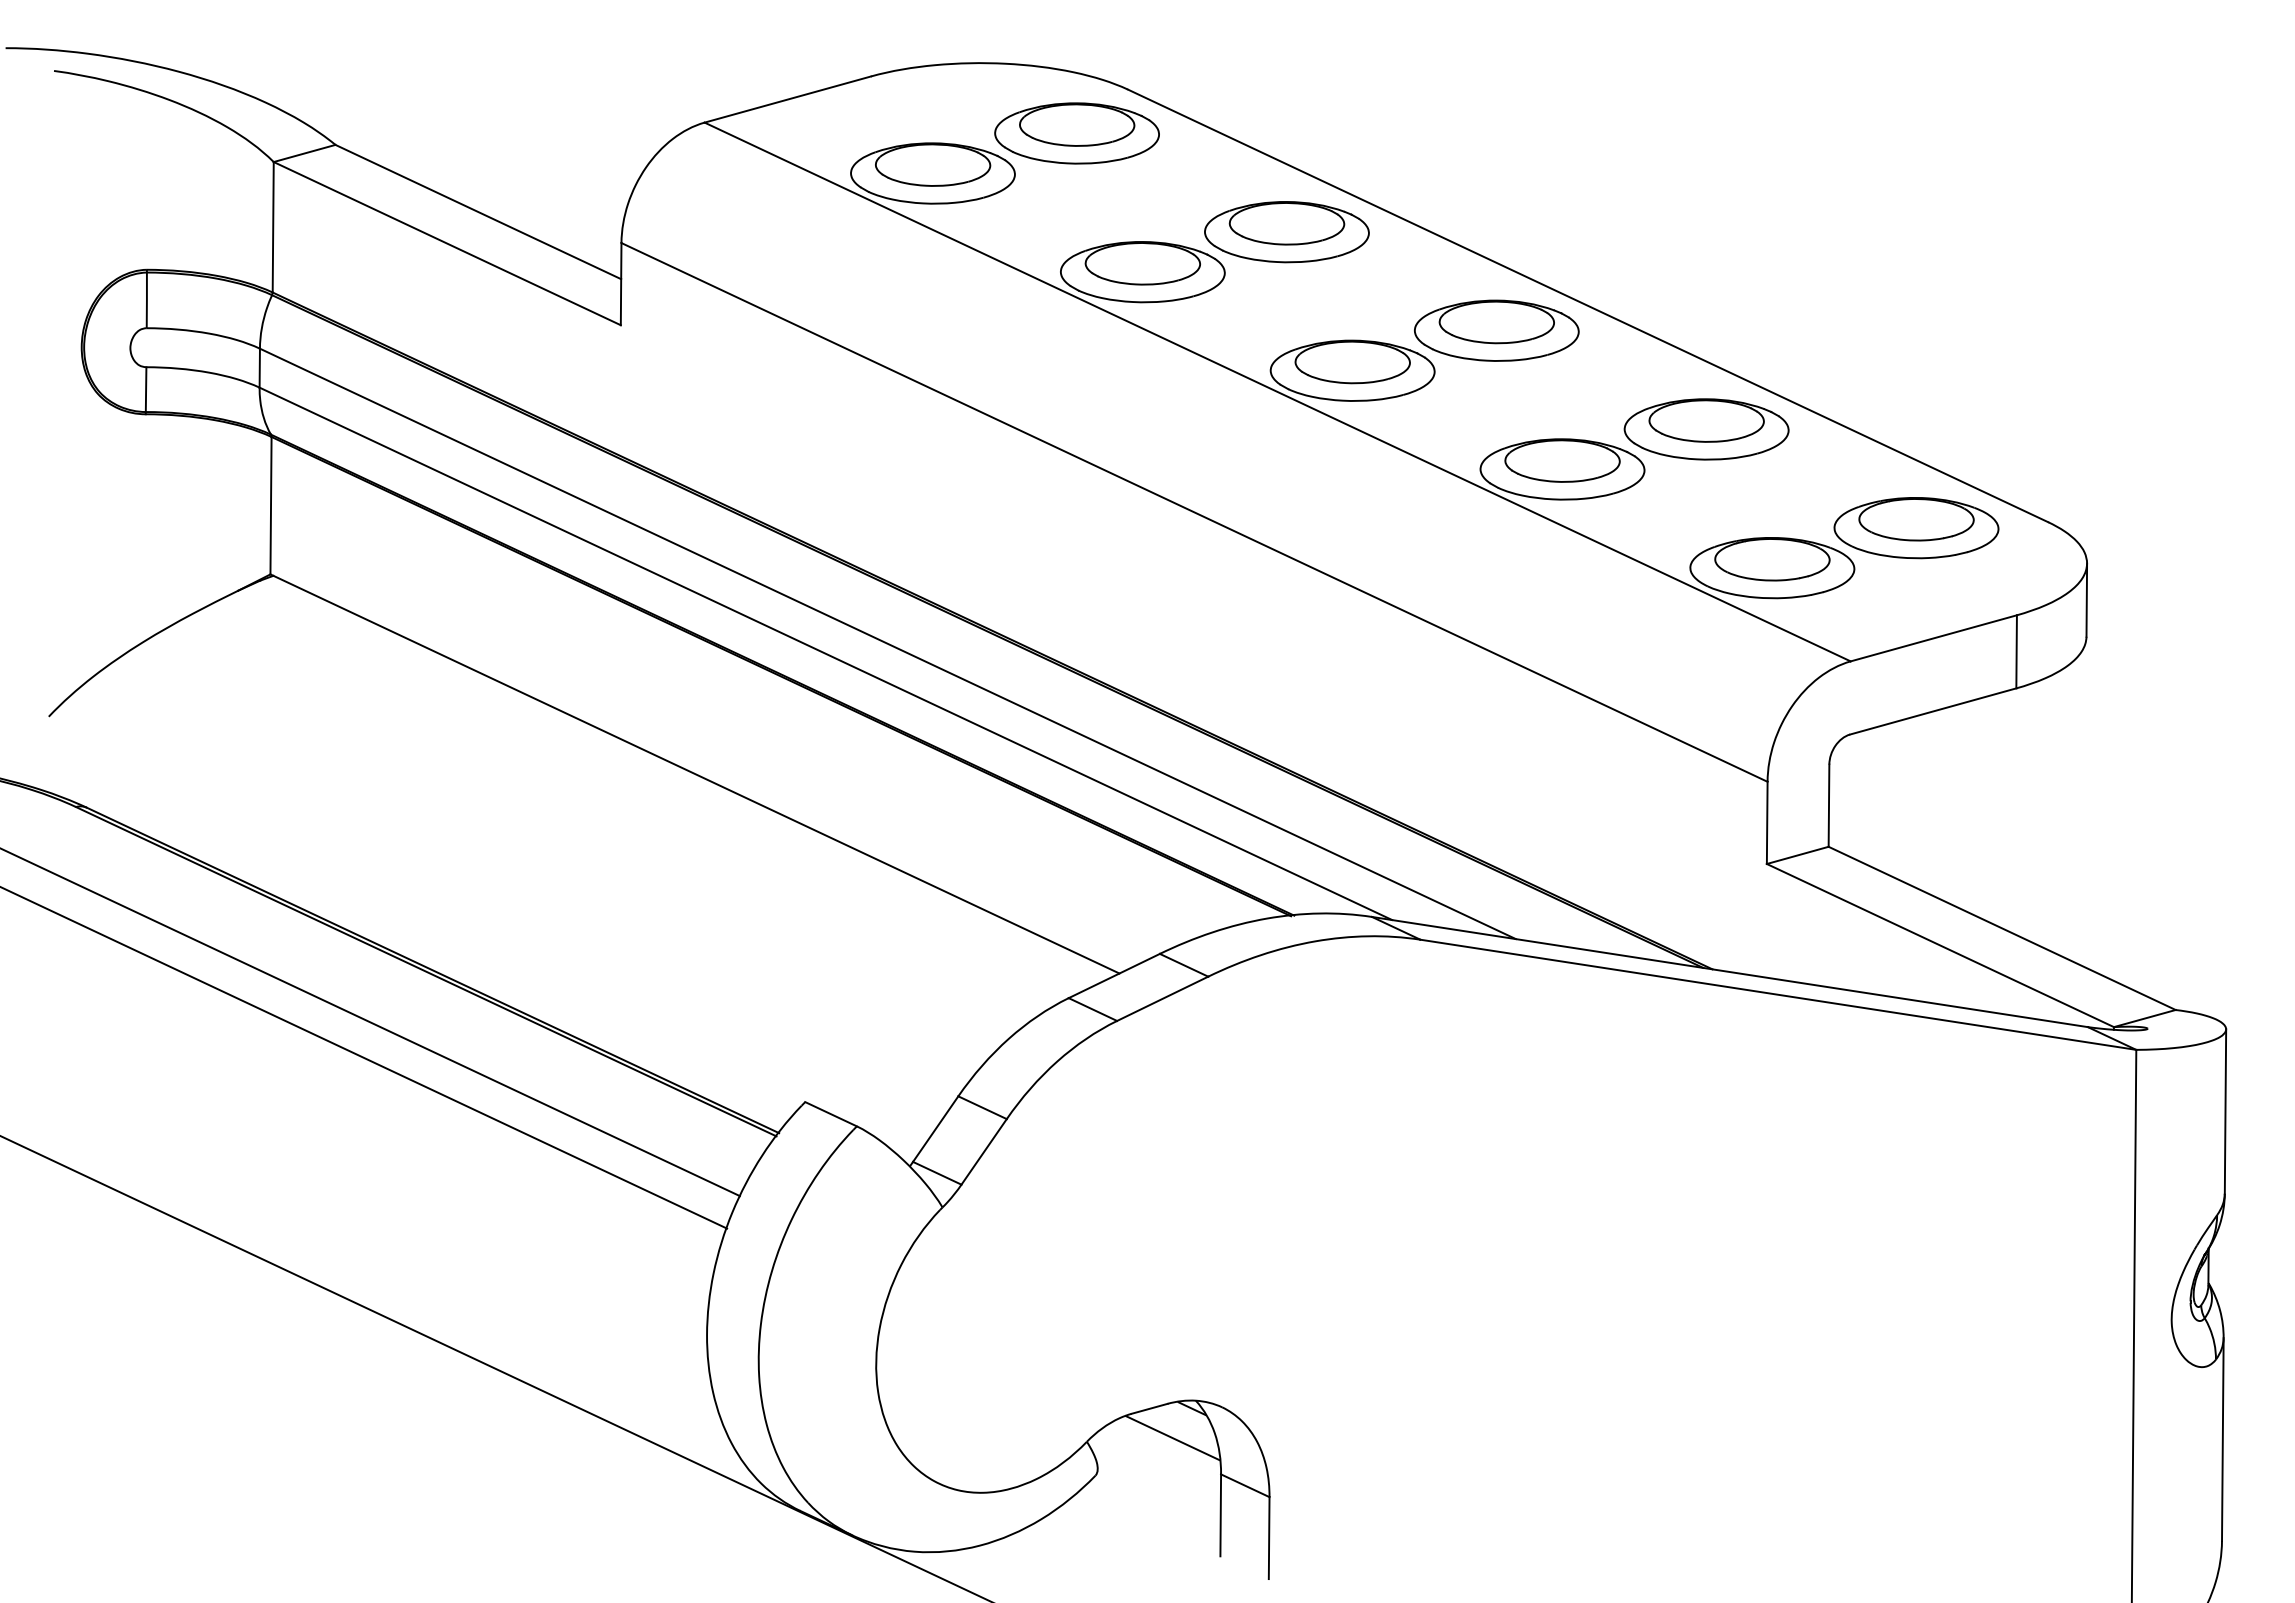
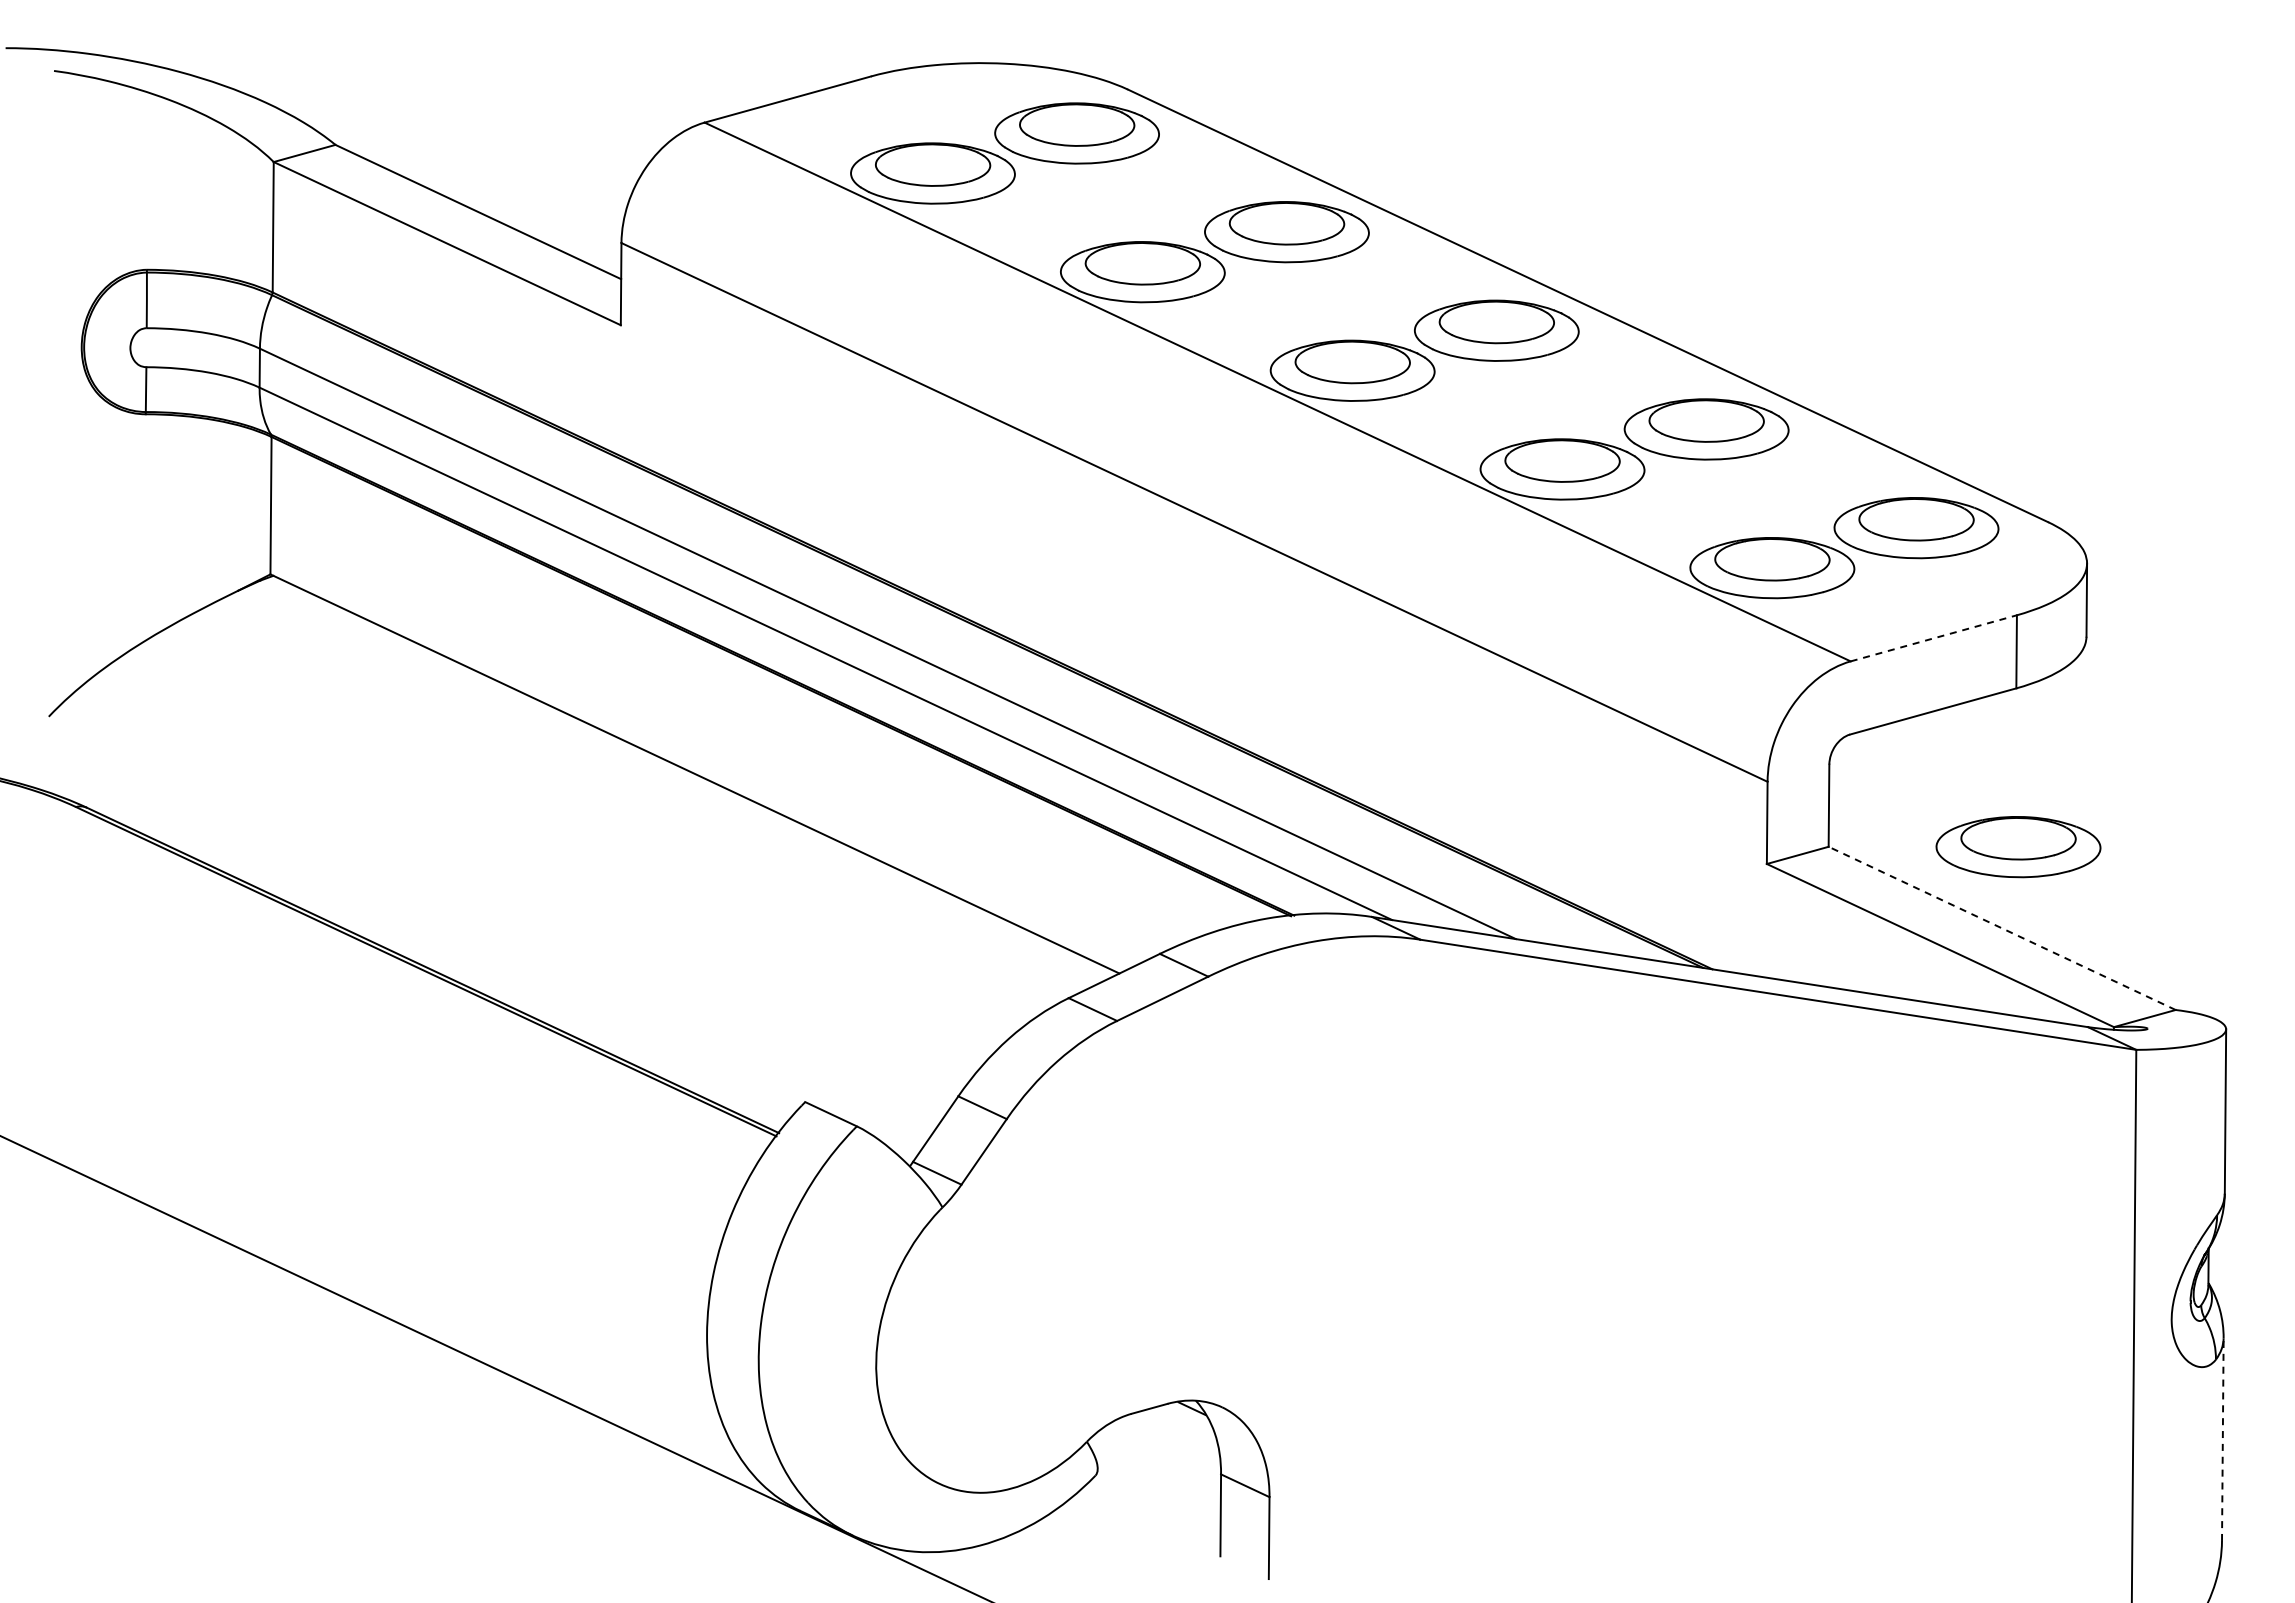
line at (1934, 638): solid -> dashed
part at (2018, 847): none -> present
line at (2002, 928): solid -> dashed
line at (370, 1022): present -> none
line at (364, 1058): present -> none
line at (1172, 1438): present -> none
line at (2222, 1439): solid -> dashed
